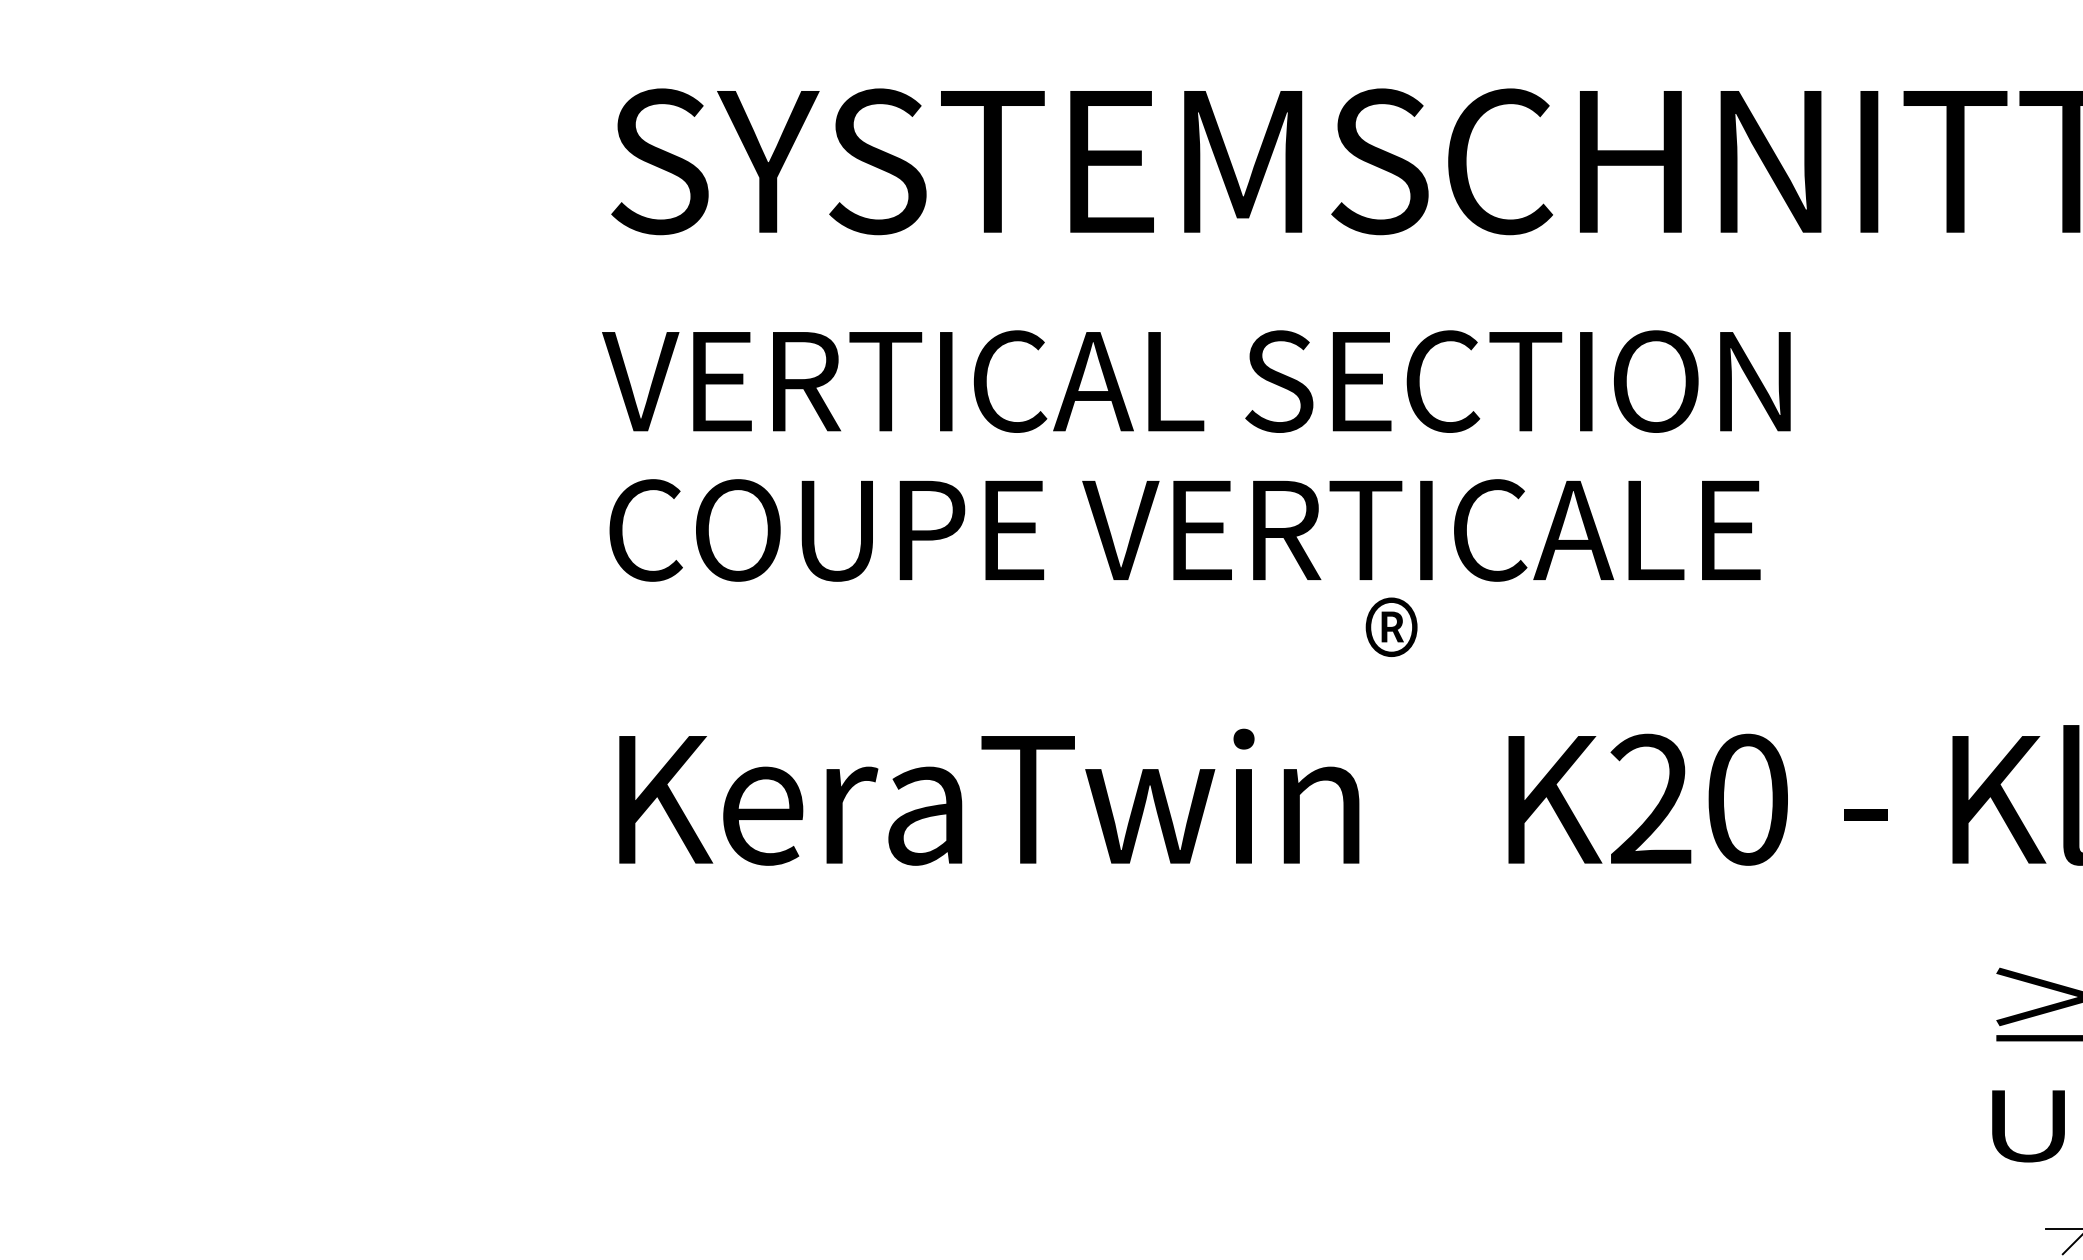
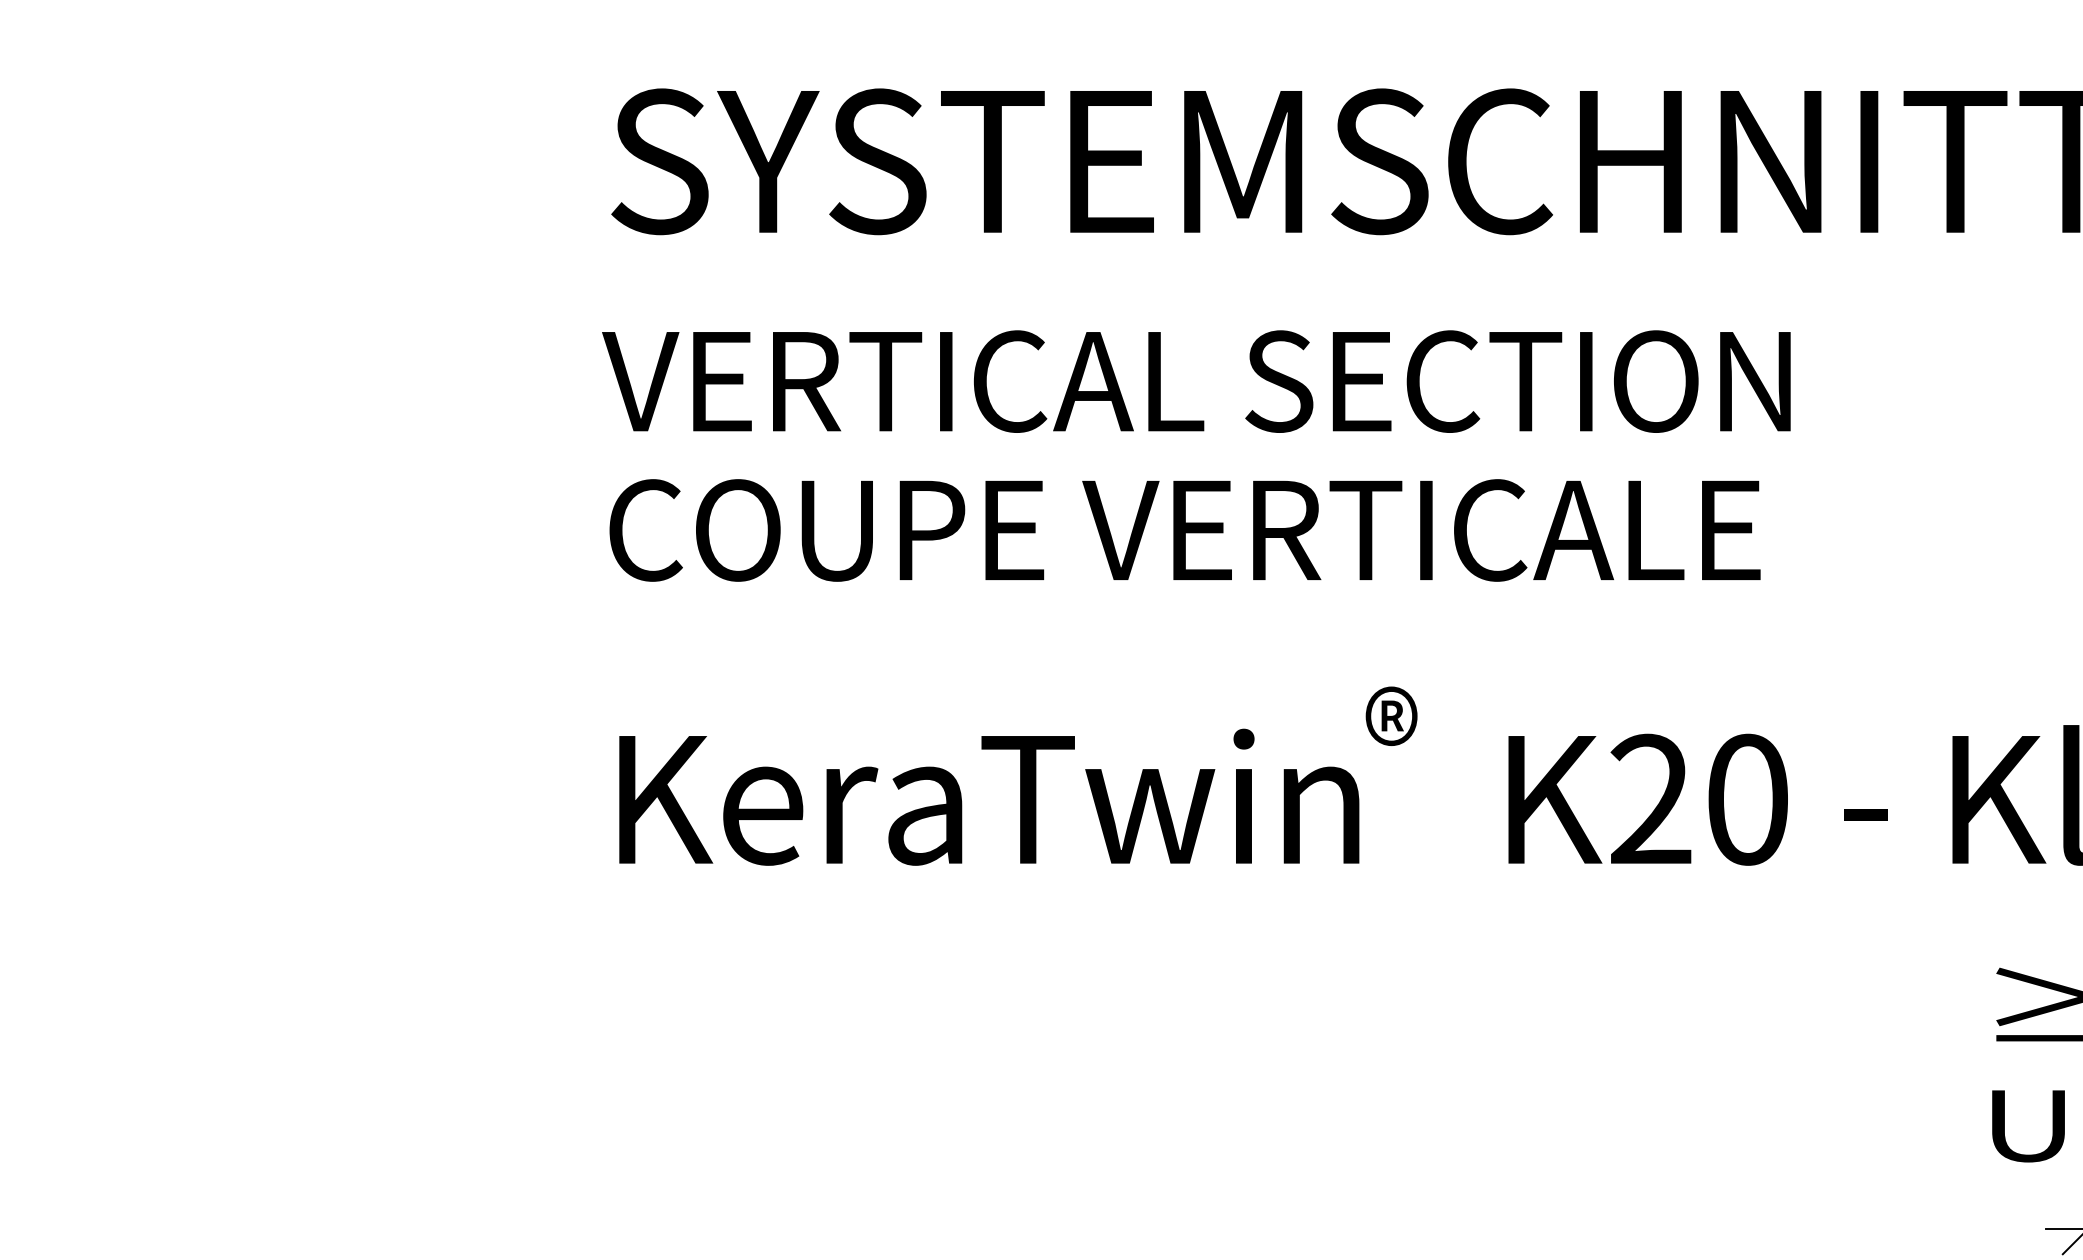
text at (1391, 626) position: (1391, 626) -> (1391, 715)
